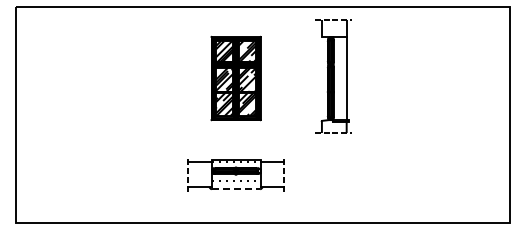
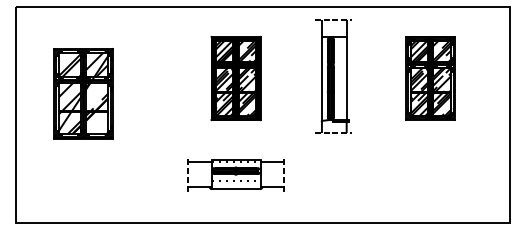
line at (321, 78): none -> present
part at (430, 78): none -> present
part at (83, 93): none -> present
line at (236, 189): dashed -> solid
